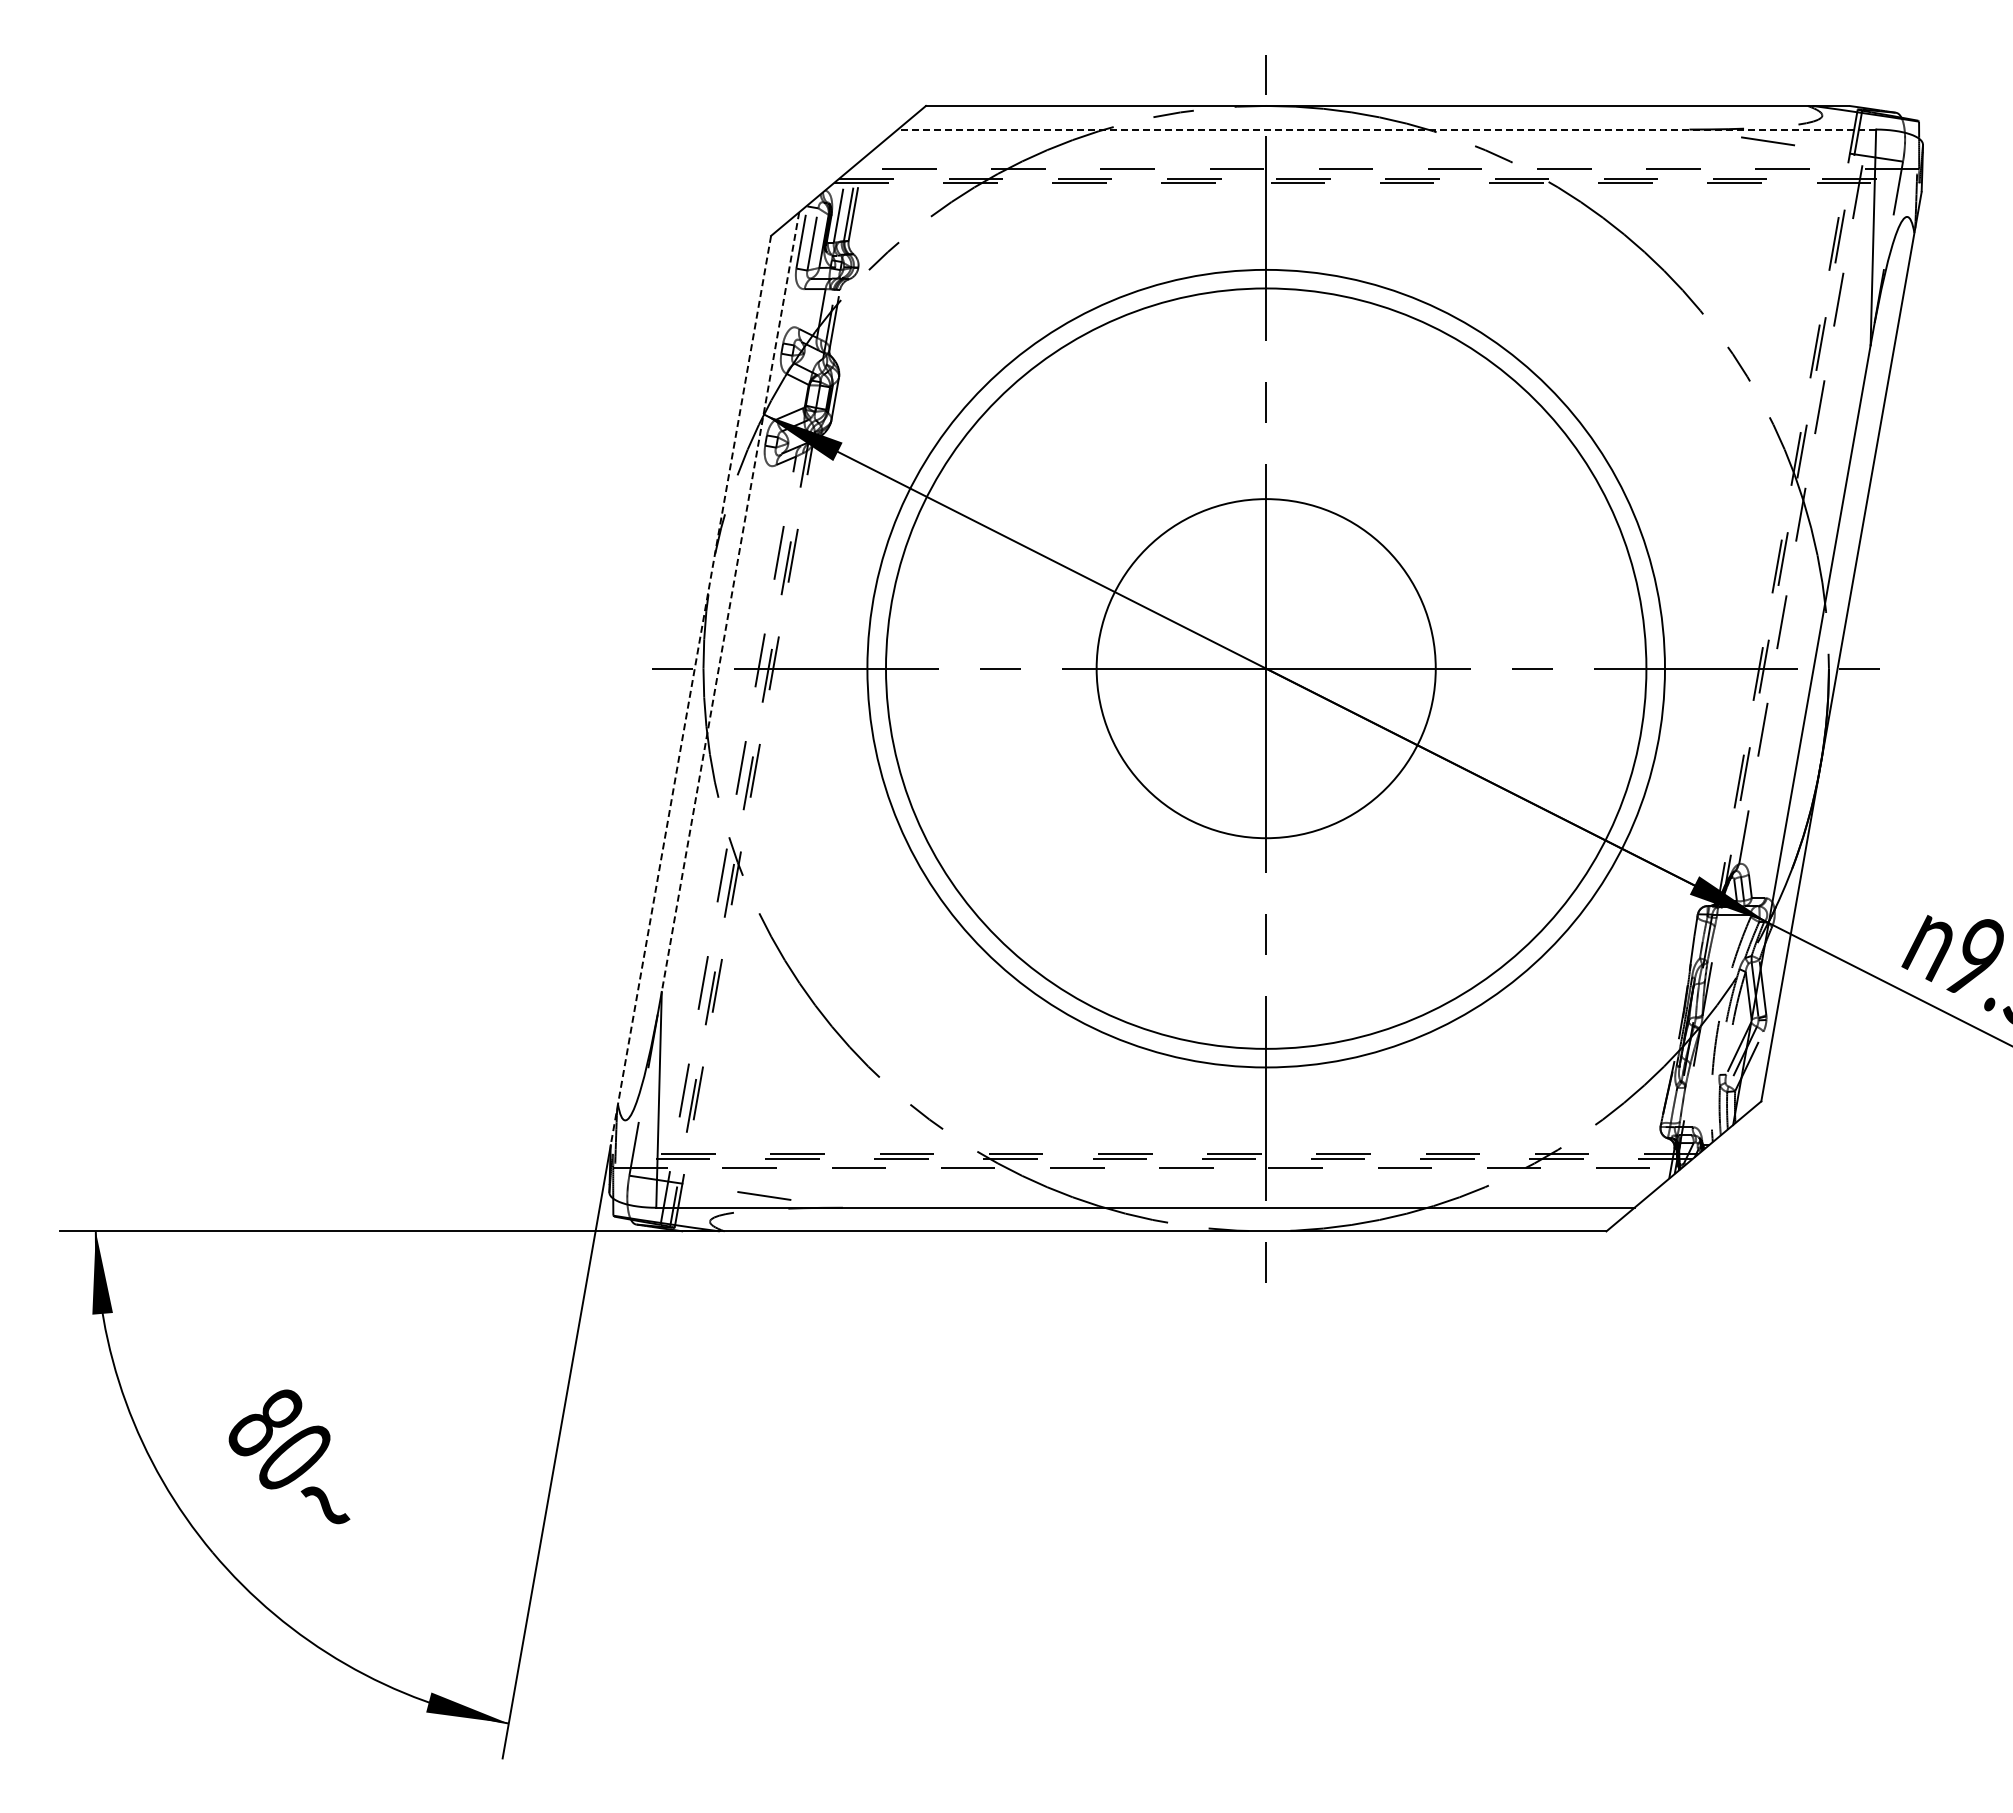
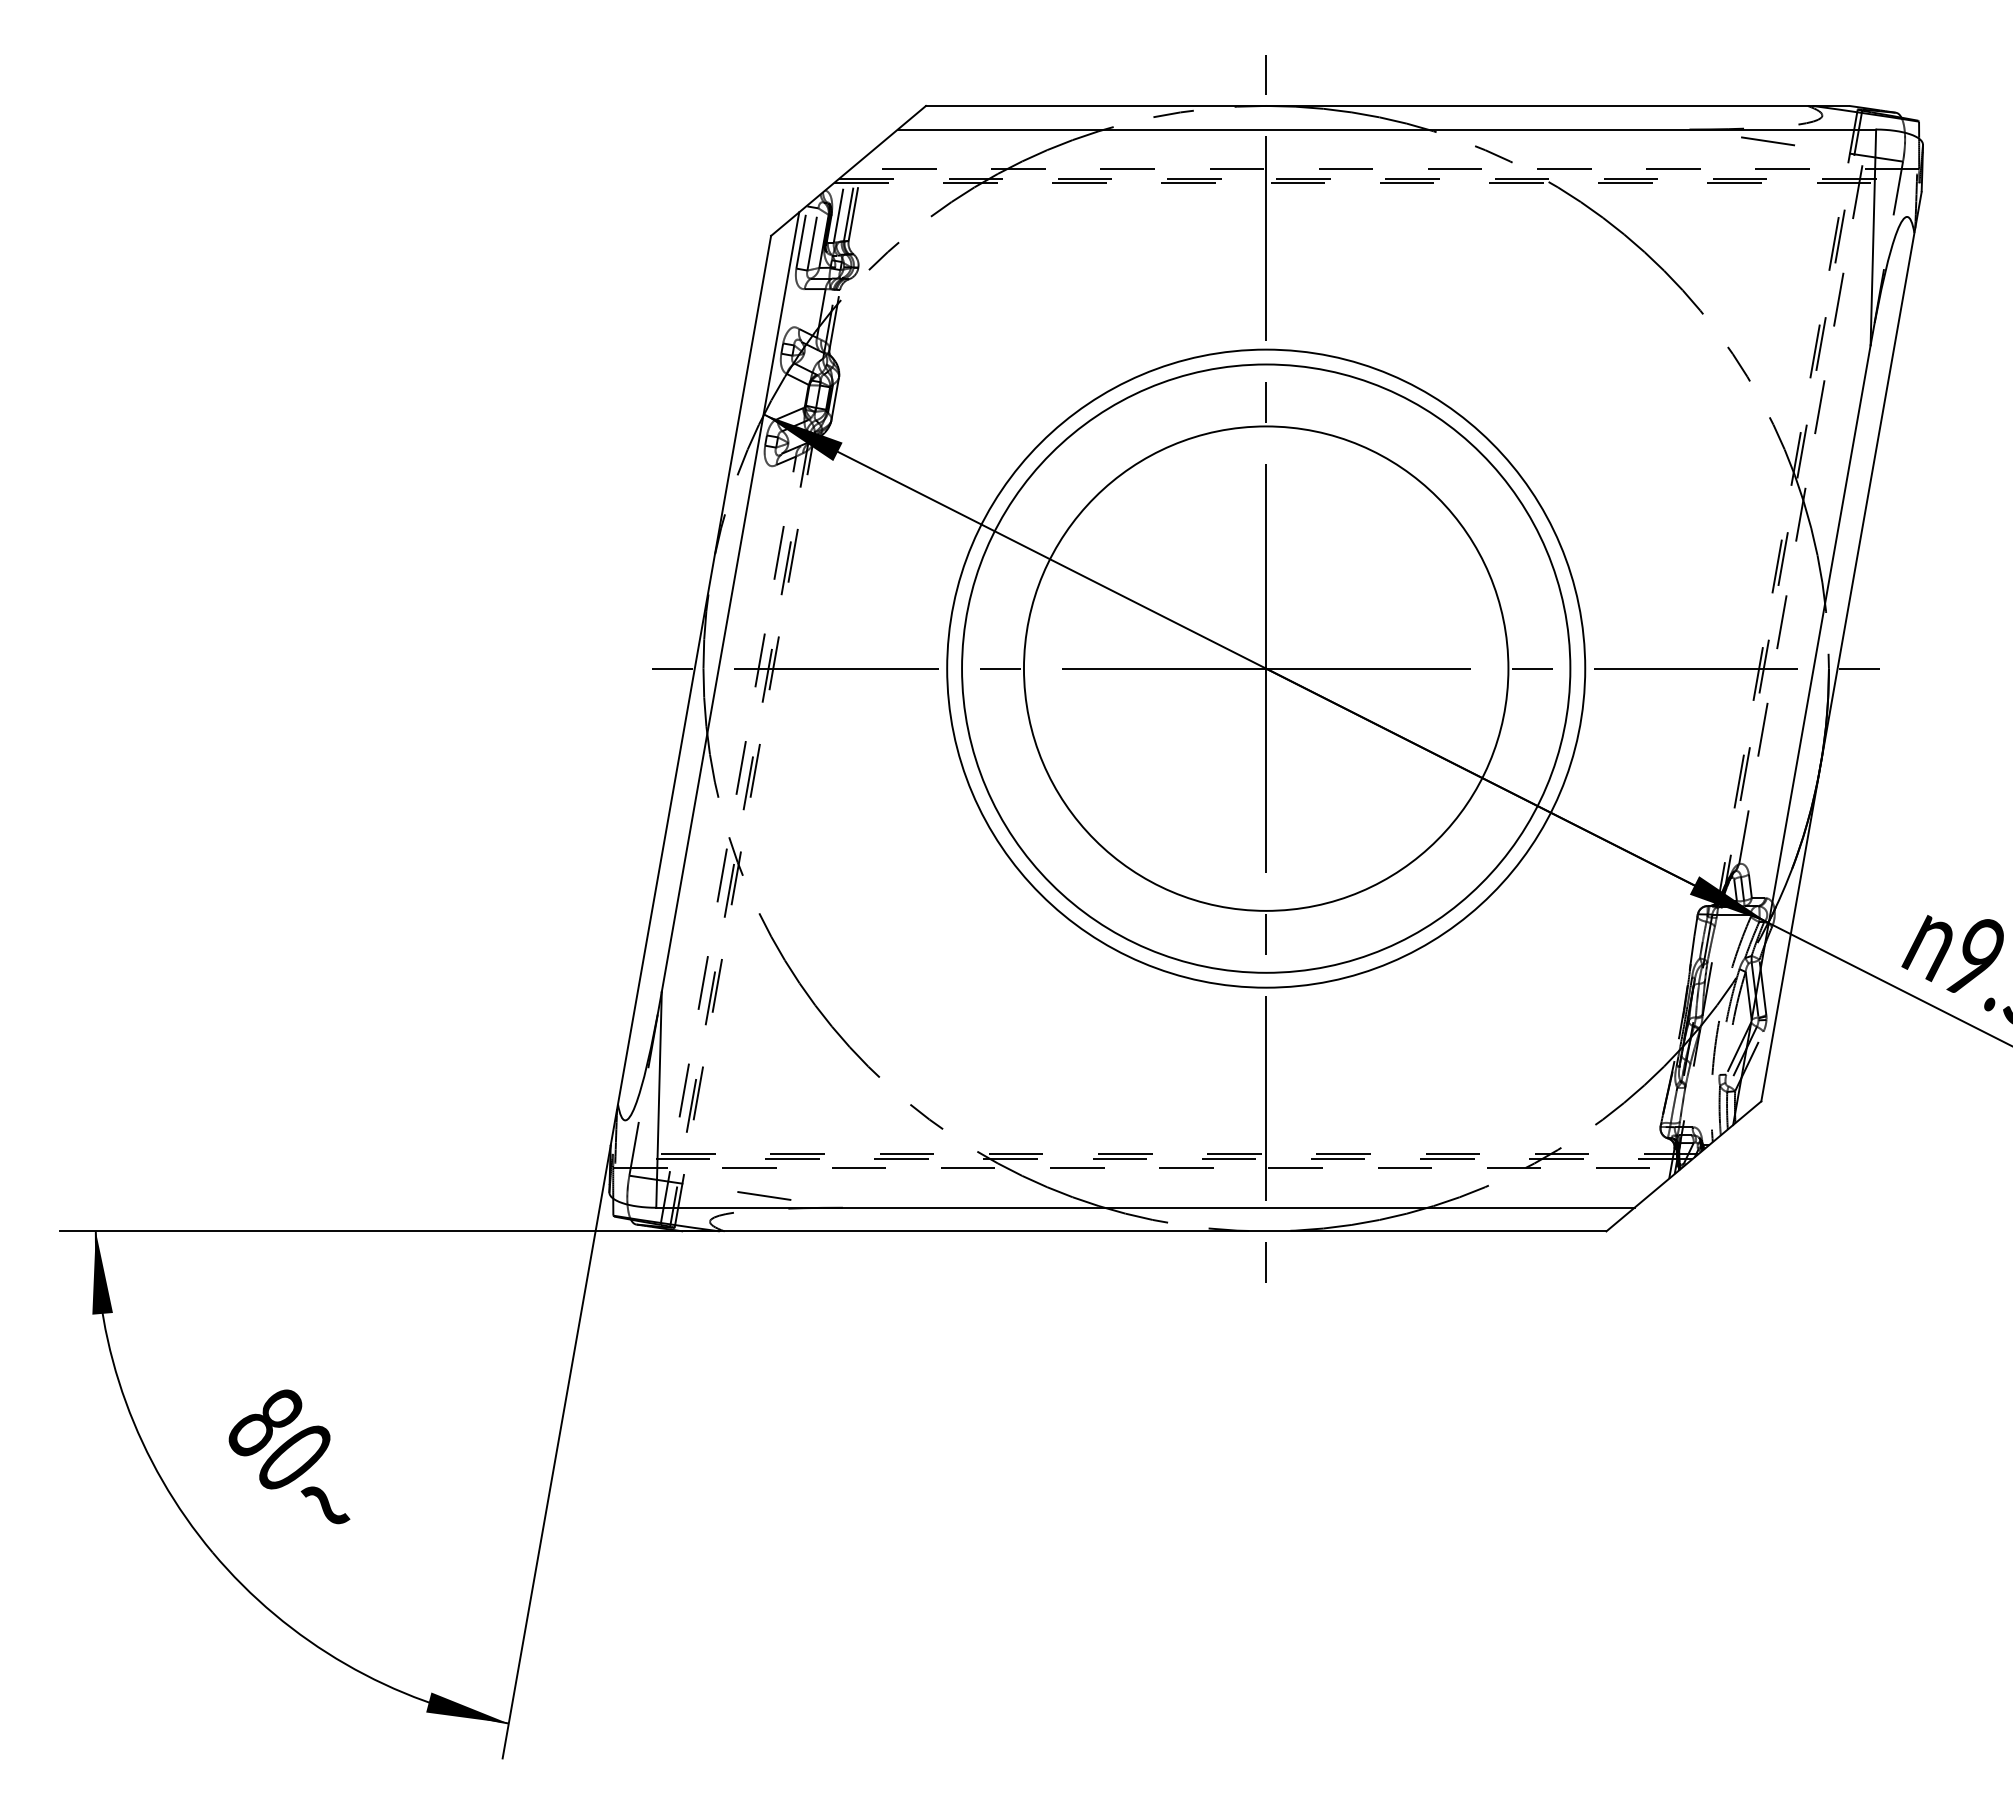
line at (1386, 129): dashed -> solid
line at (730, 602): dashed -> solid
circle at (1265, 668) diameter: 339 px -> 484 px
circle at (1265, 668) diameter: 798 px -> 638 px
circle at (1266, 668) diameter: 760 px -> 608 px
line at (690, 690): dashed -> solid
